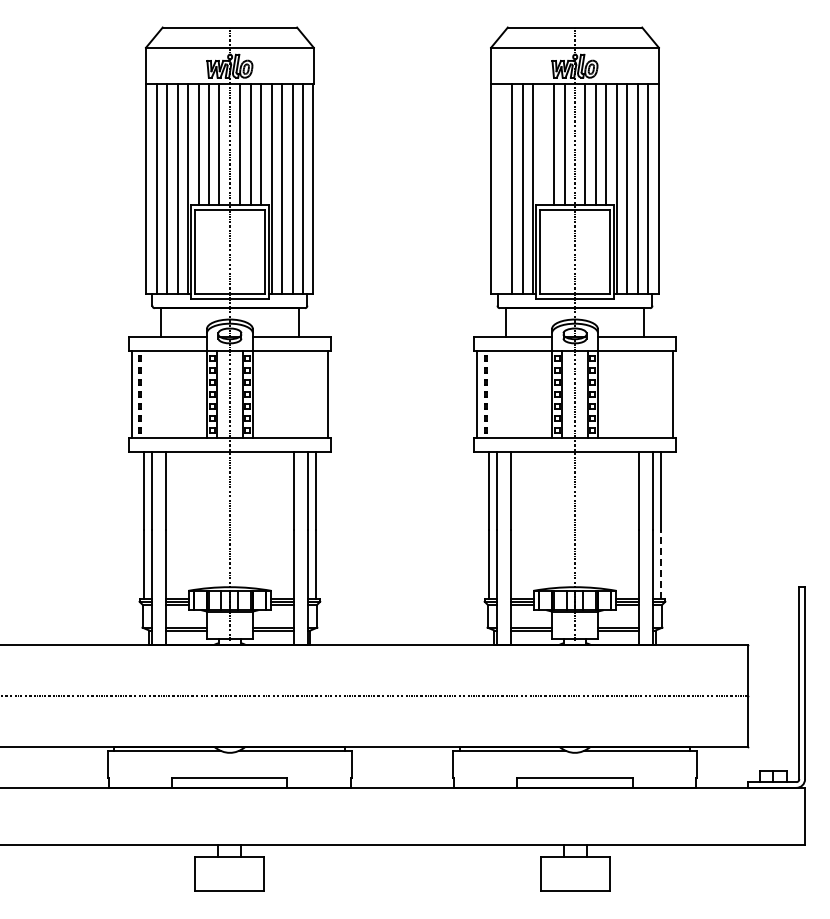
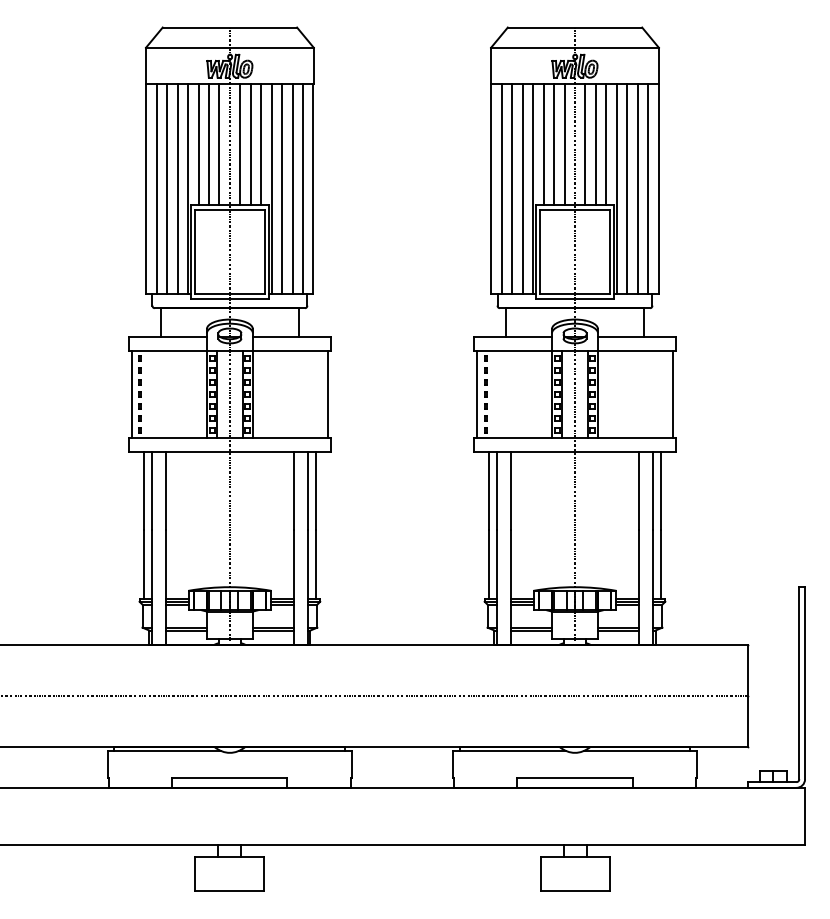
line at (543, 143): none -> present
line at (501, 188): none -> present
line at (661, 564): dashed -> solid
